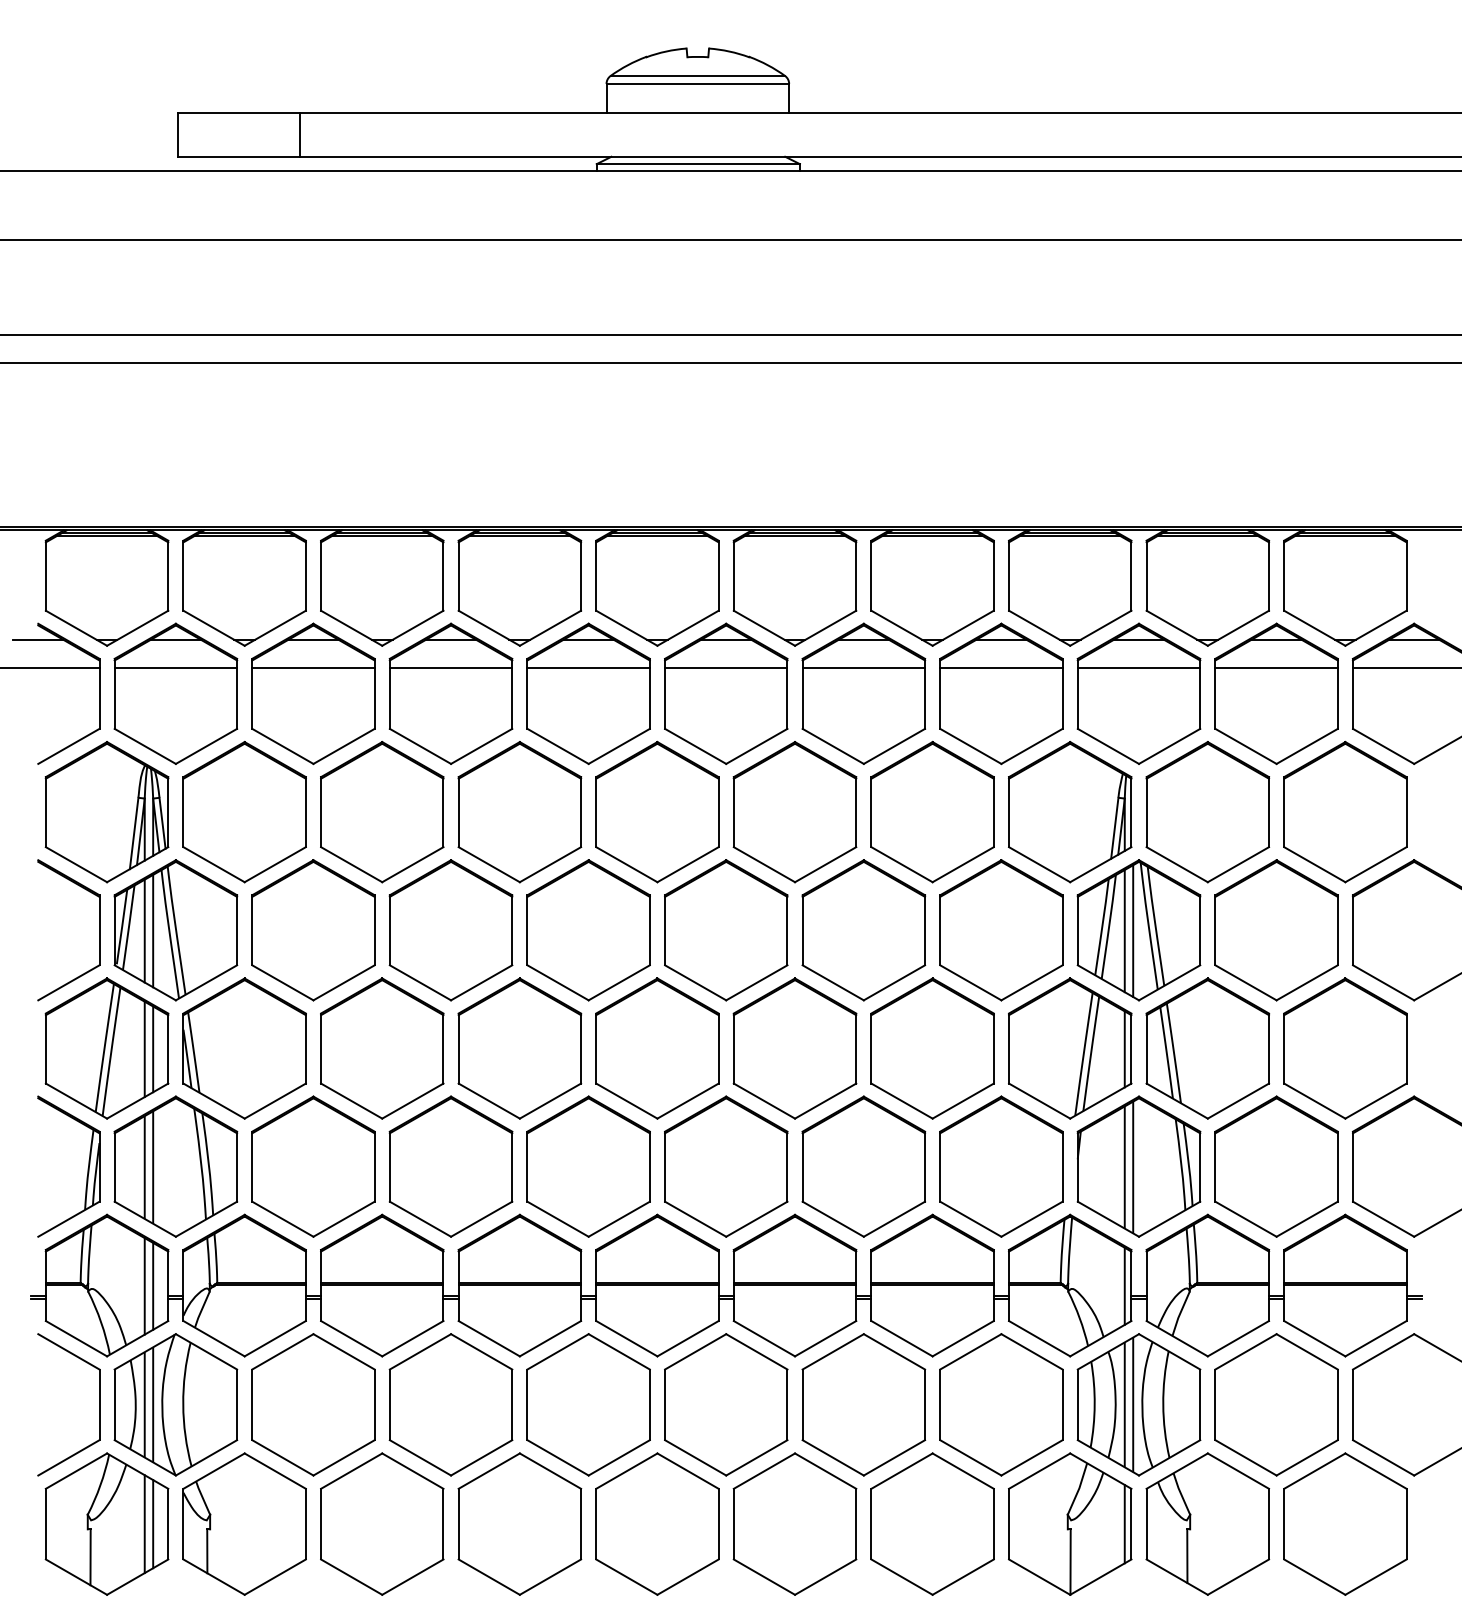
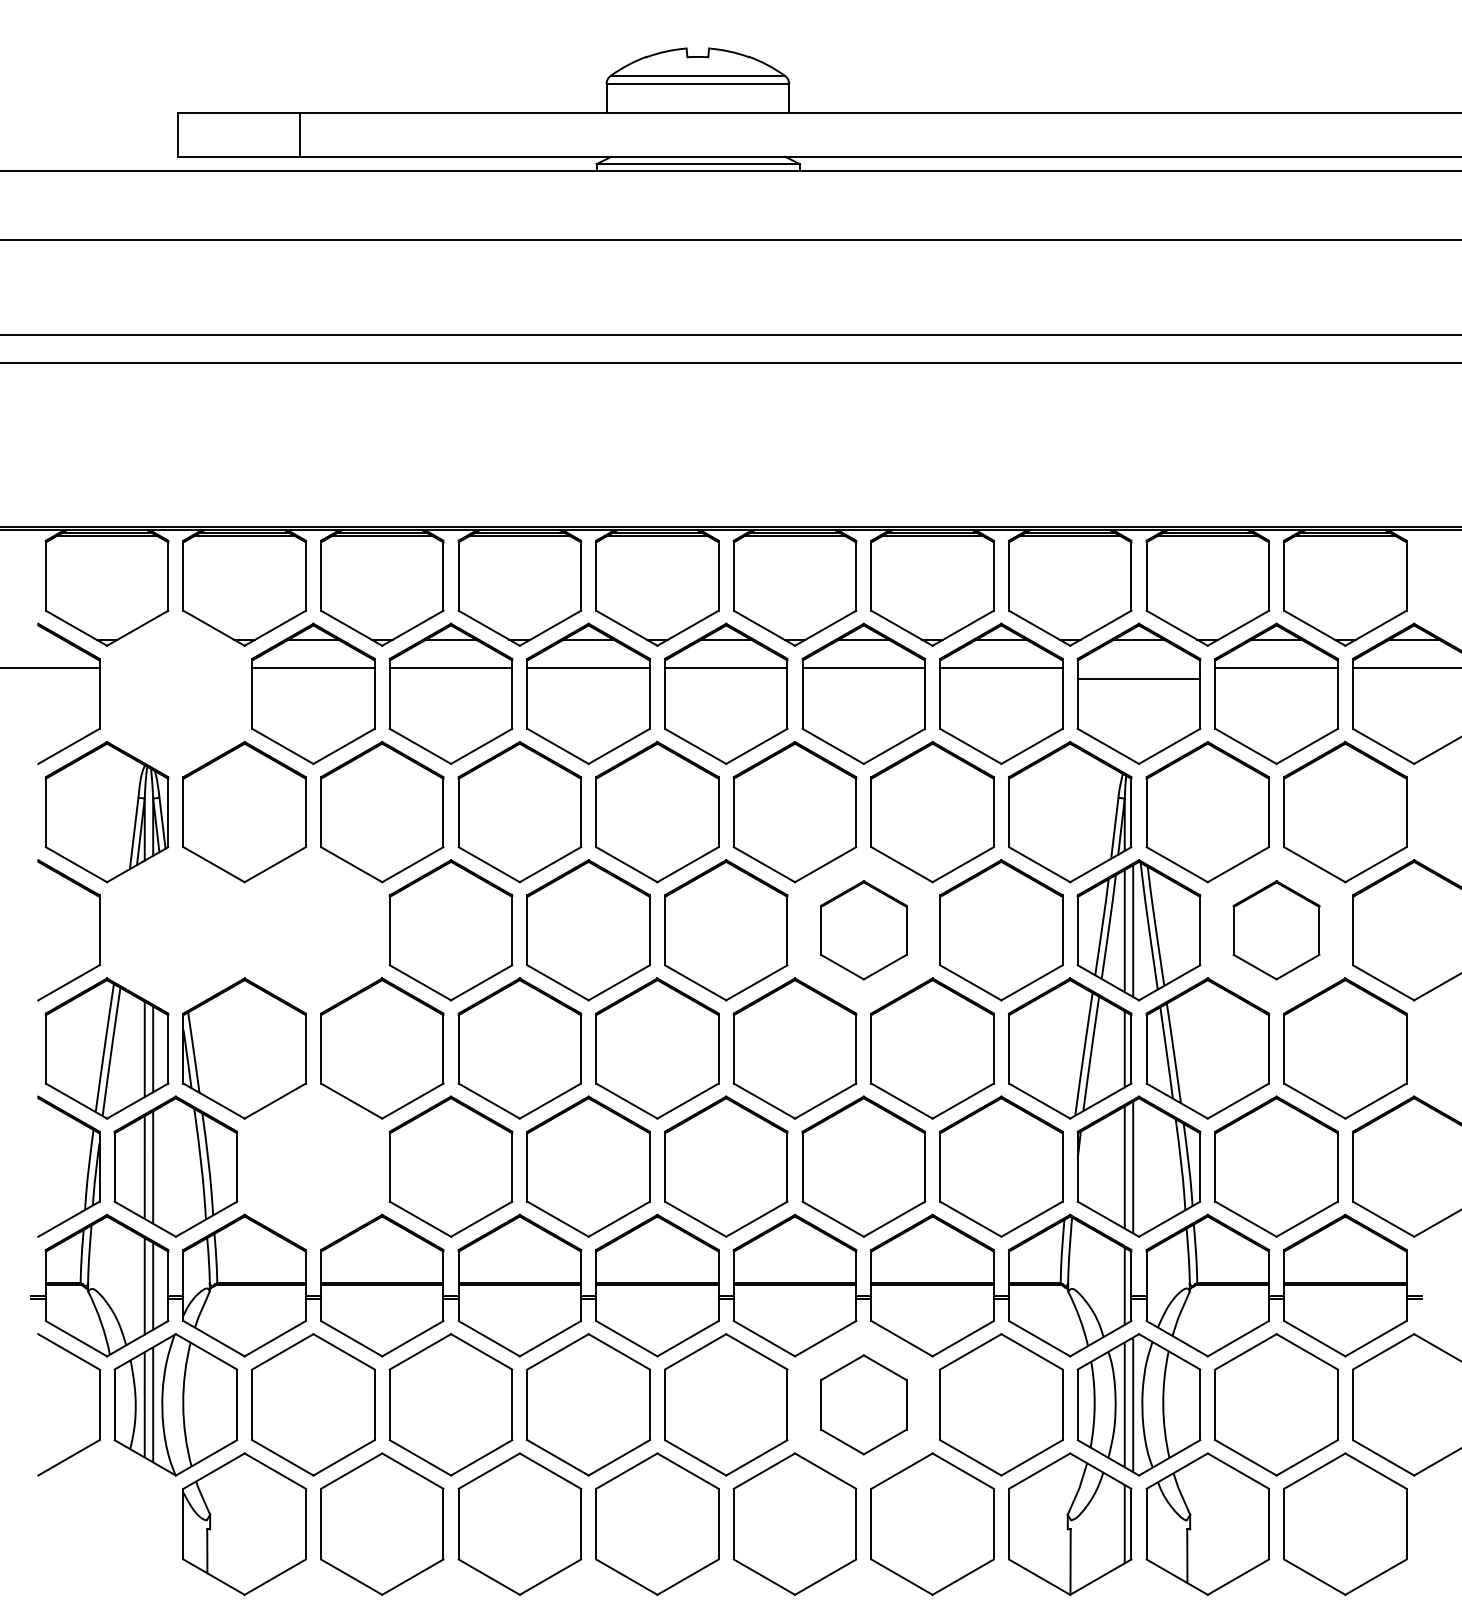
line at (38, 639): present -> none
line at (1138, 667) position: (1138, 667) -> (1138, 678)
part at (175, 693): present -> none
part at (175, 930): present -> none
part at (313, 930): present -> none
part at (863, 930) size: 126x143 px -> 88x101 px
part at (1276, 930) size: 125x143 px -> 89x101 px
part at (313, 1166): present -> none
part at (863, 1404) size: 126x144 px -> 88x102 px
part at (106, 1523): present -> none
